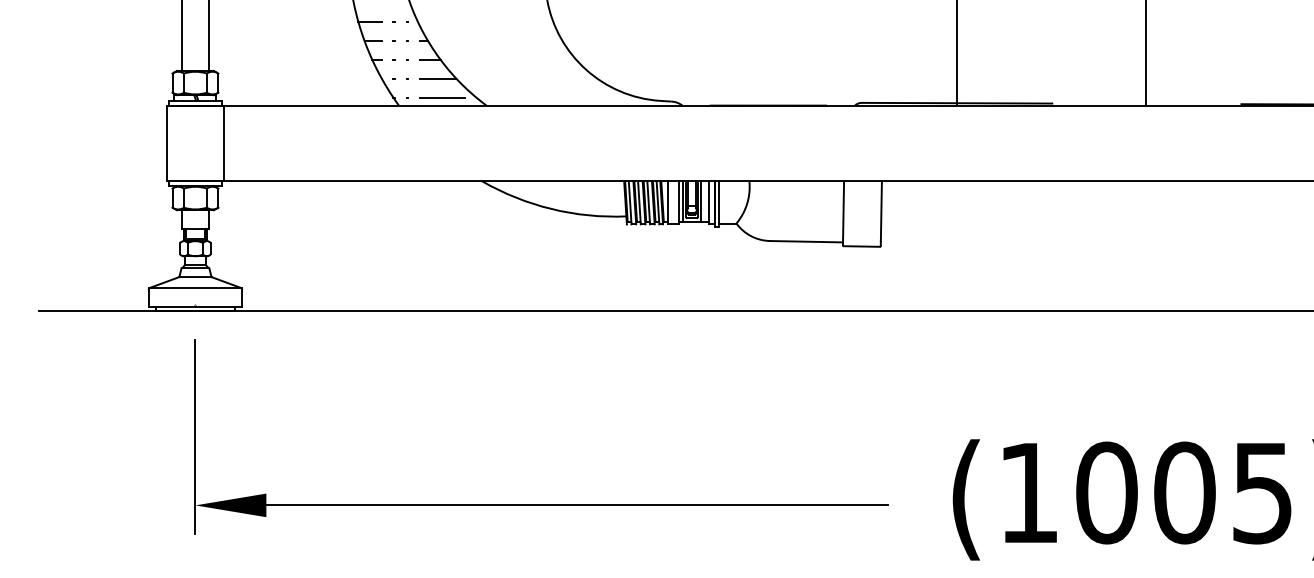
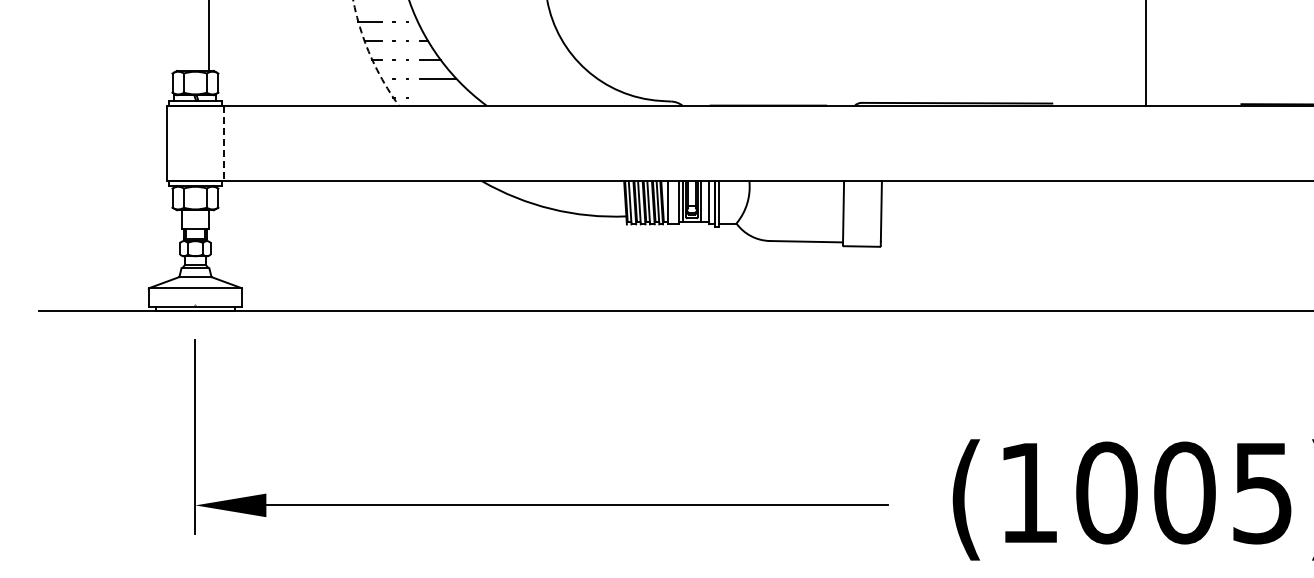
line at (182, 36): present -> none
line at (956, 53): present -> none
arc at (370, 54): solid -> dashed
line at (442, 97): present -> none
line at (223, 143): solid -> dashed
